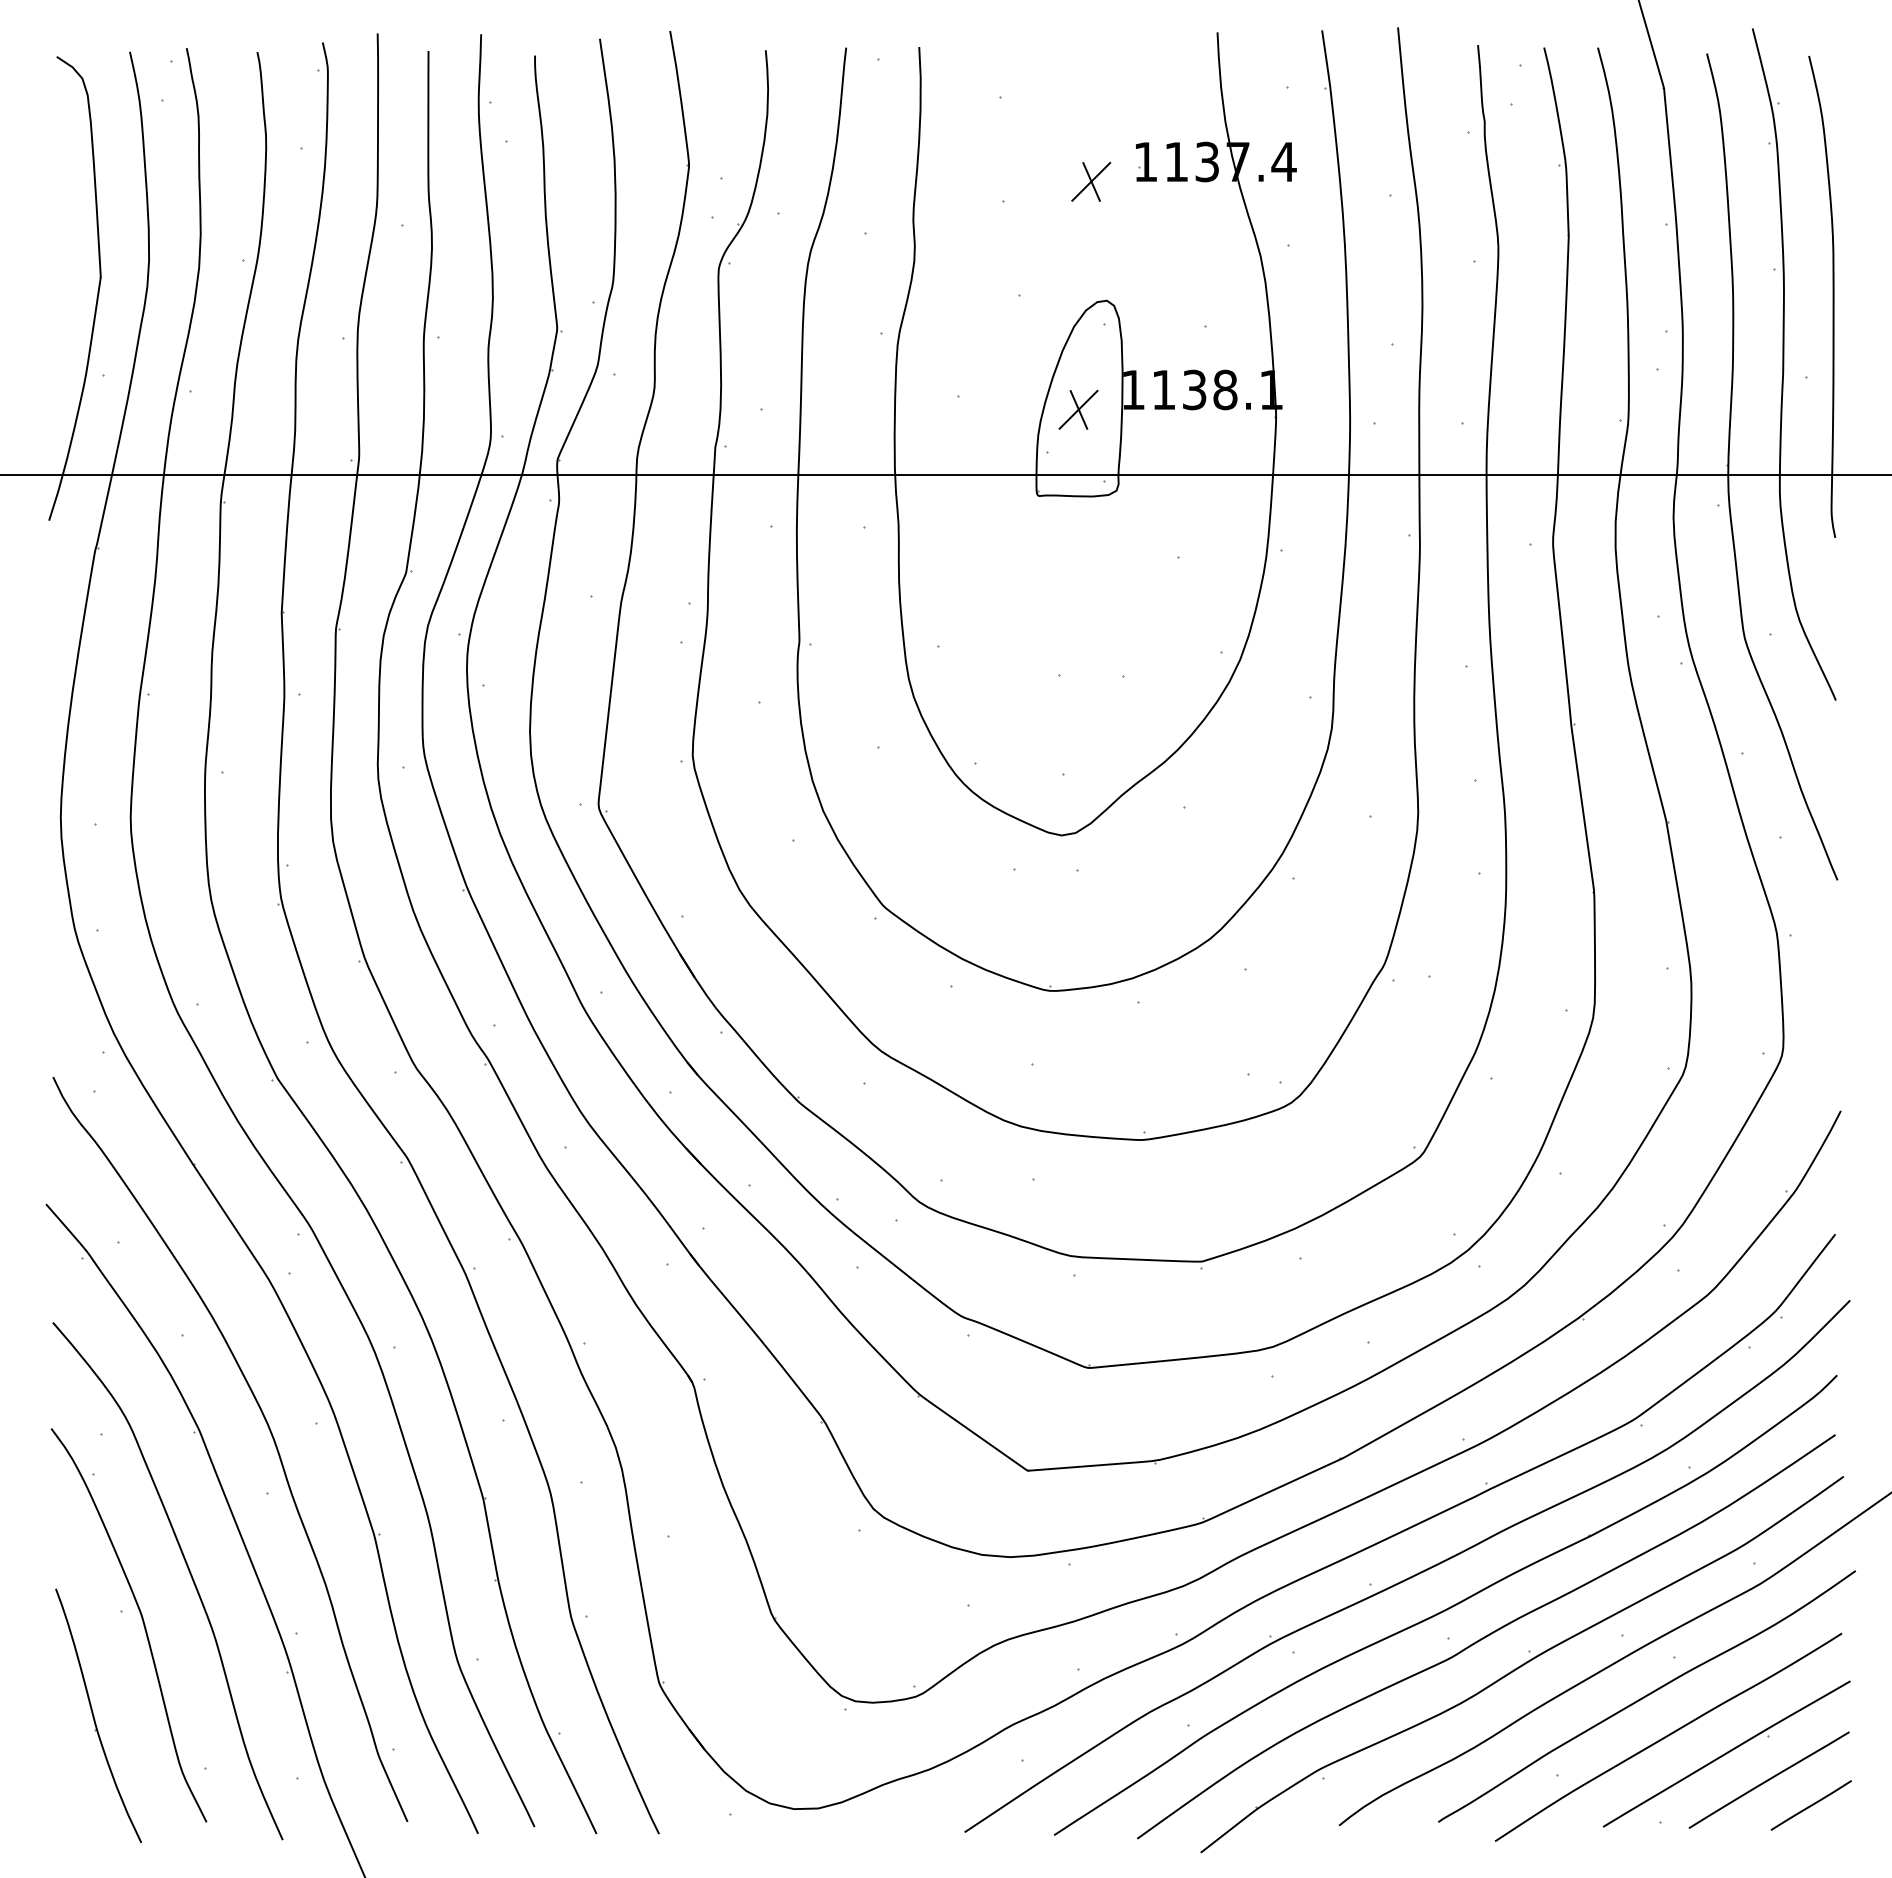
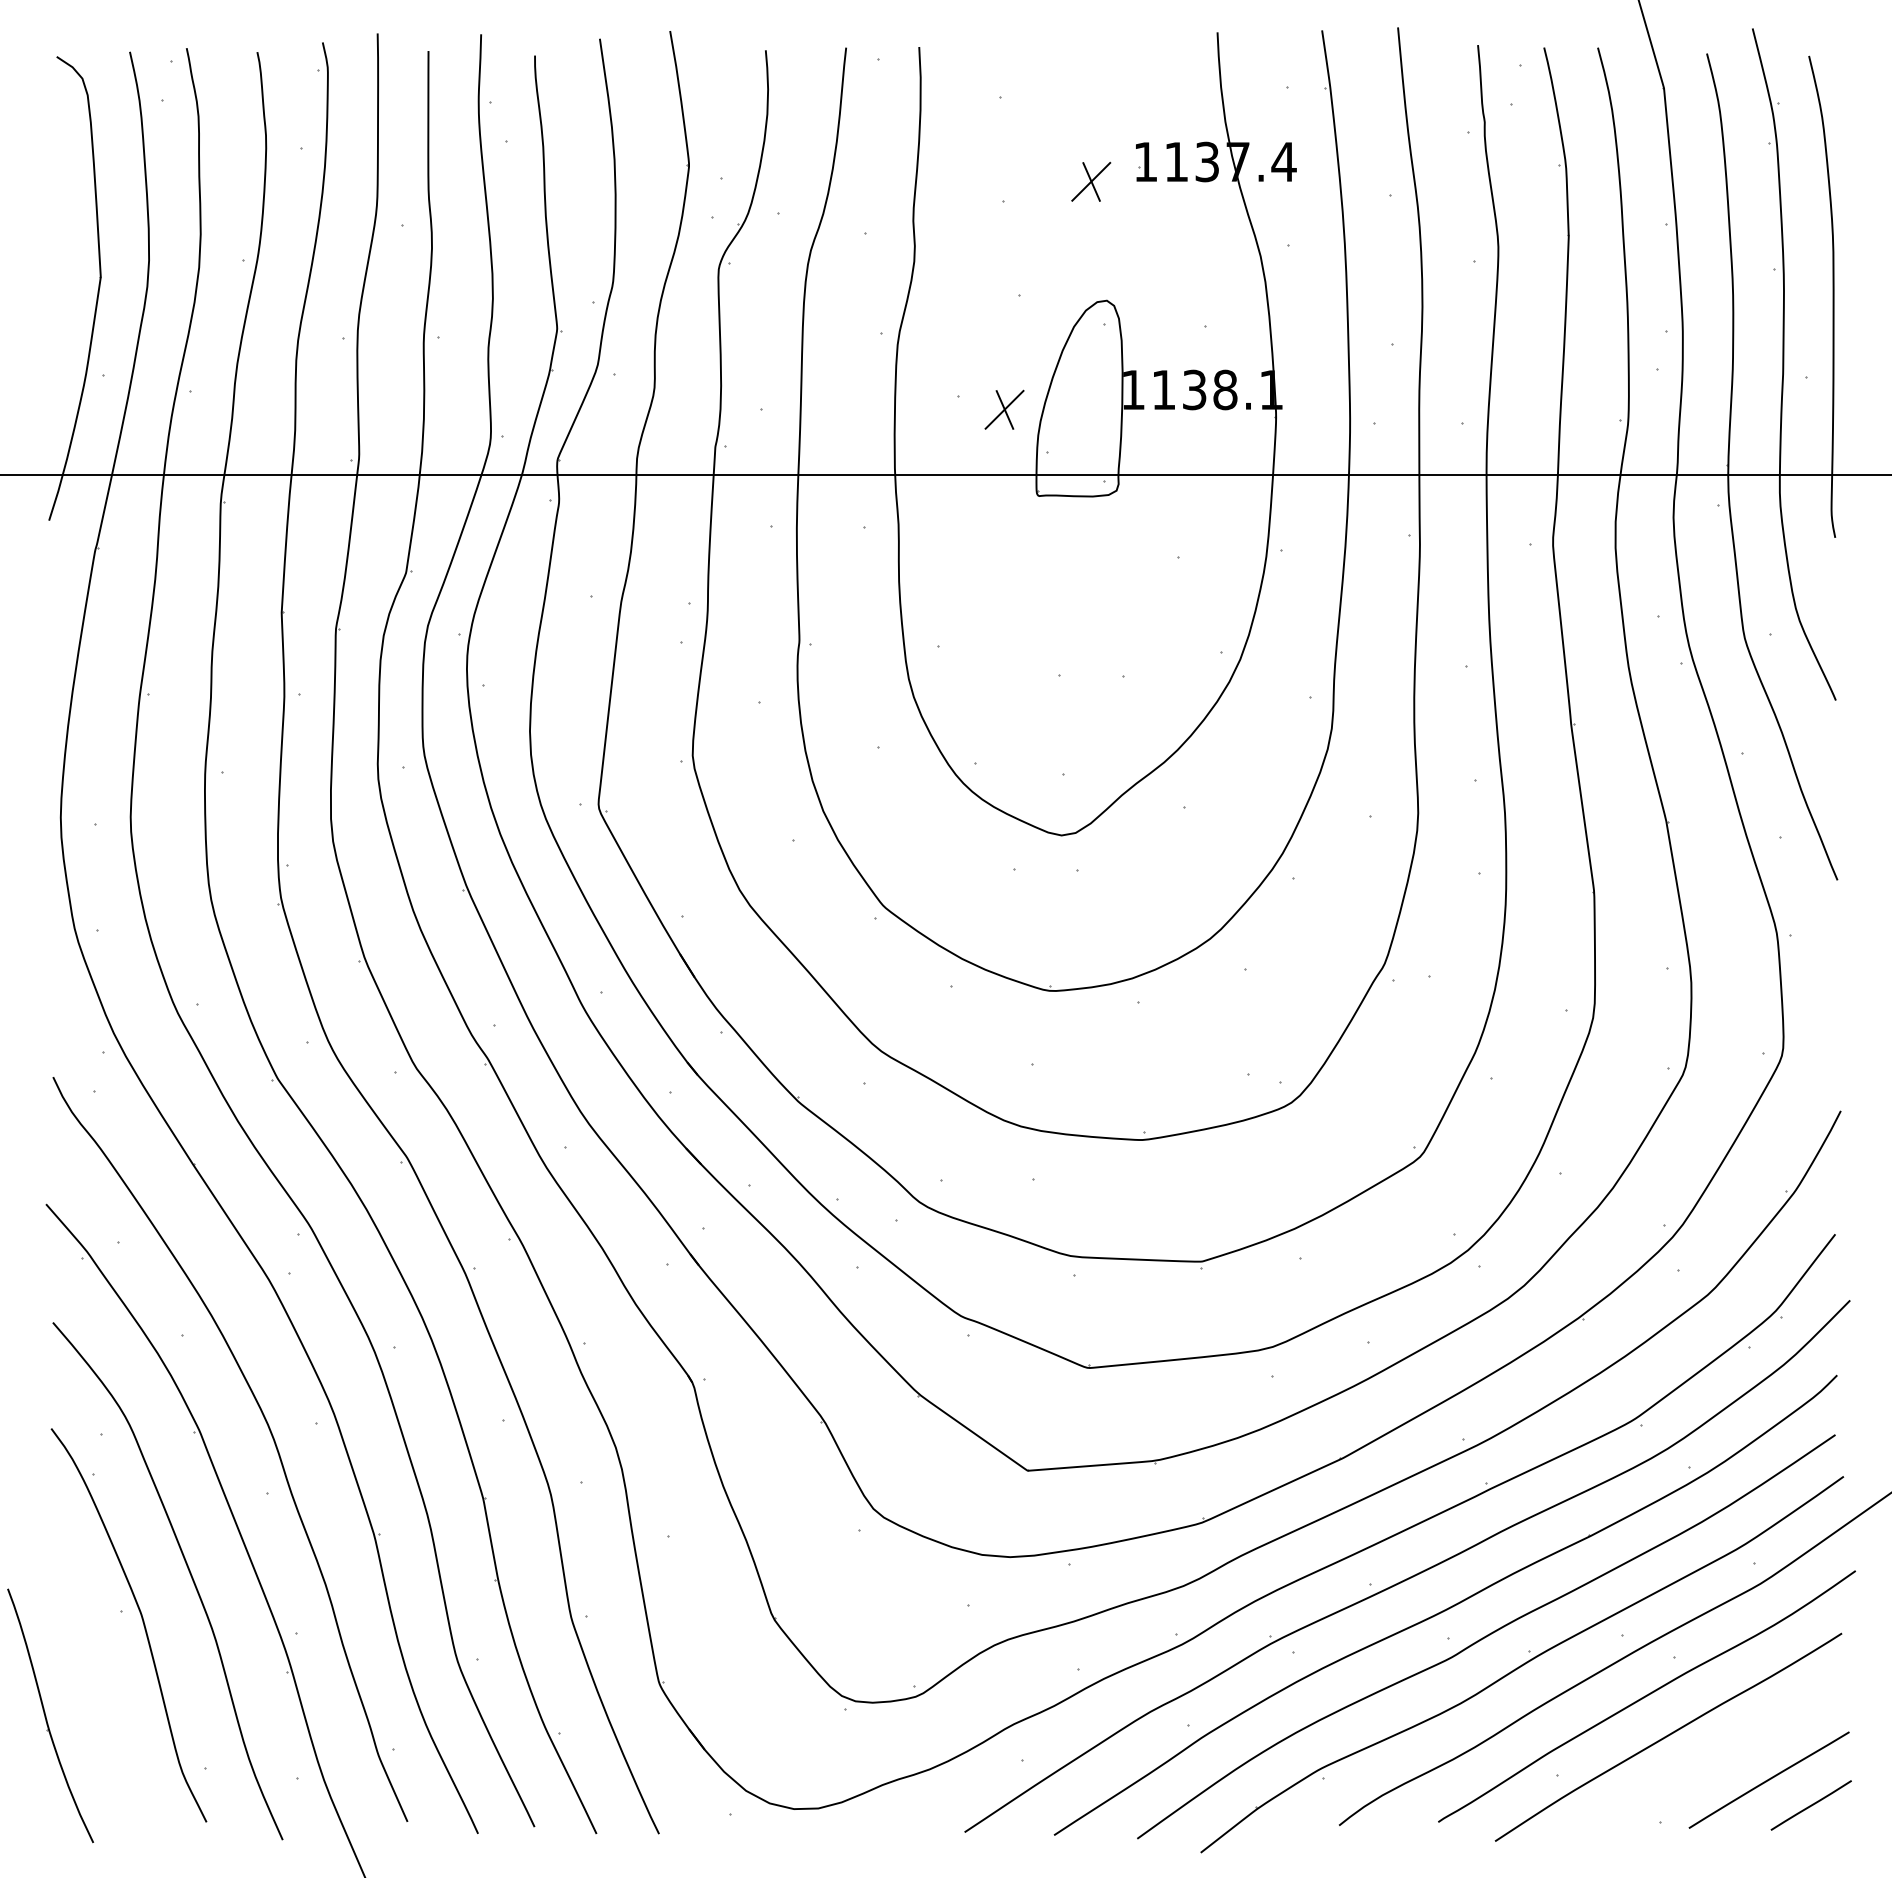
part at (1078, 409) position: (1078, 409) -> (1004, 409)
part at (98, 1715) position: (98, 1715) -> (50, 1715)
part at (1726, 1753): present -> none
